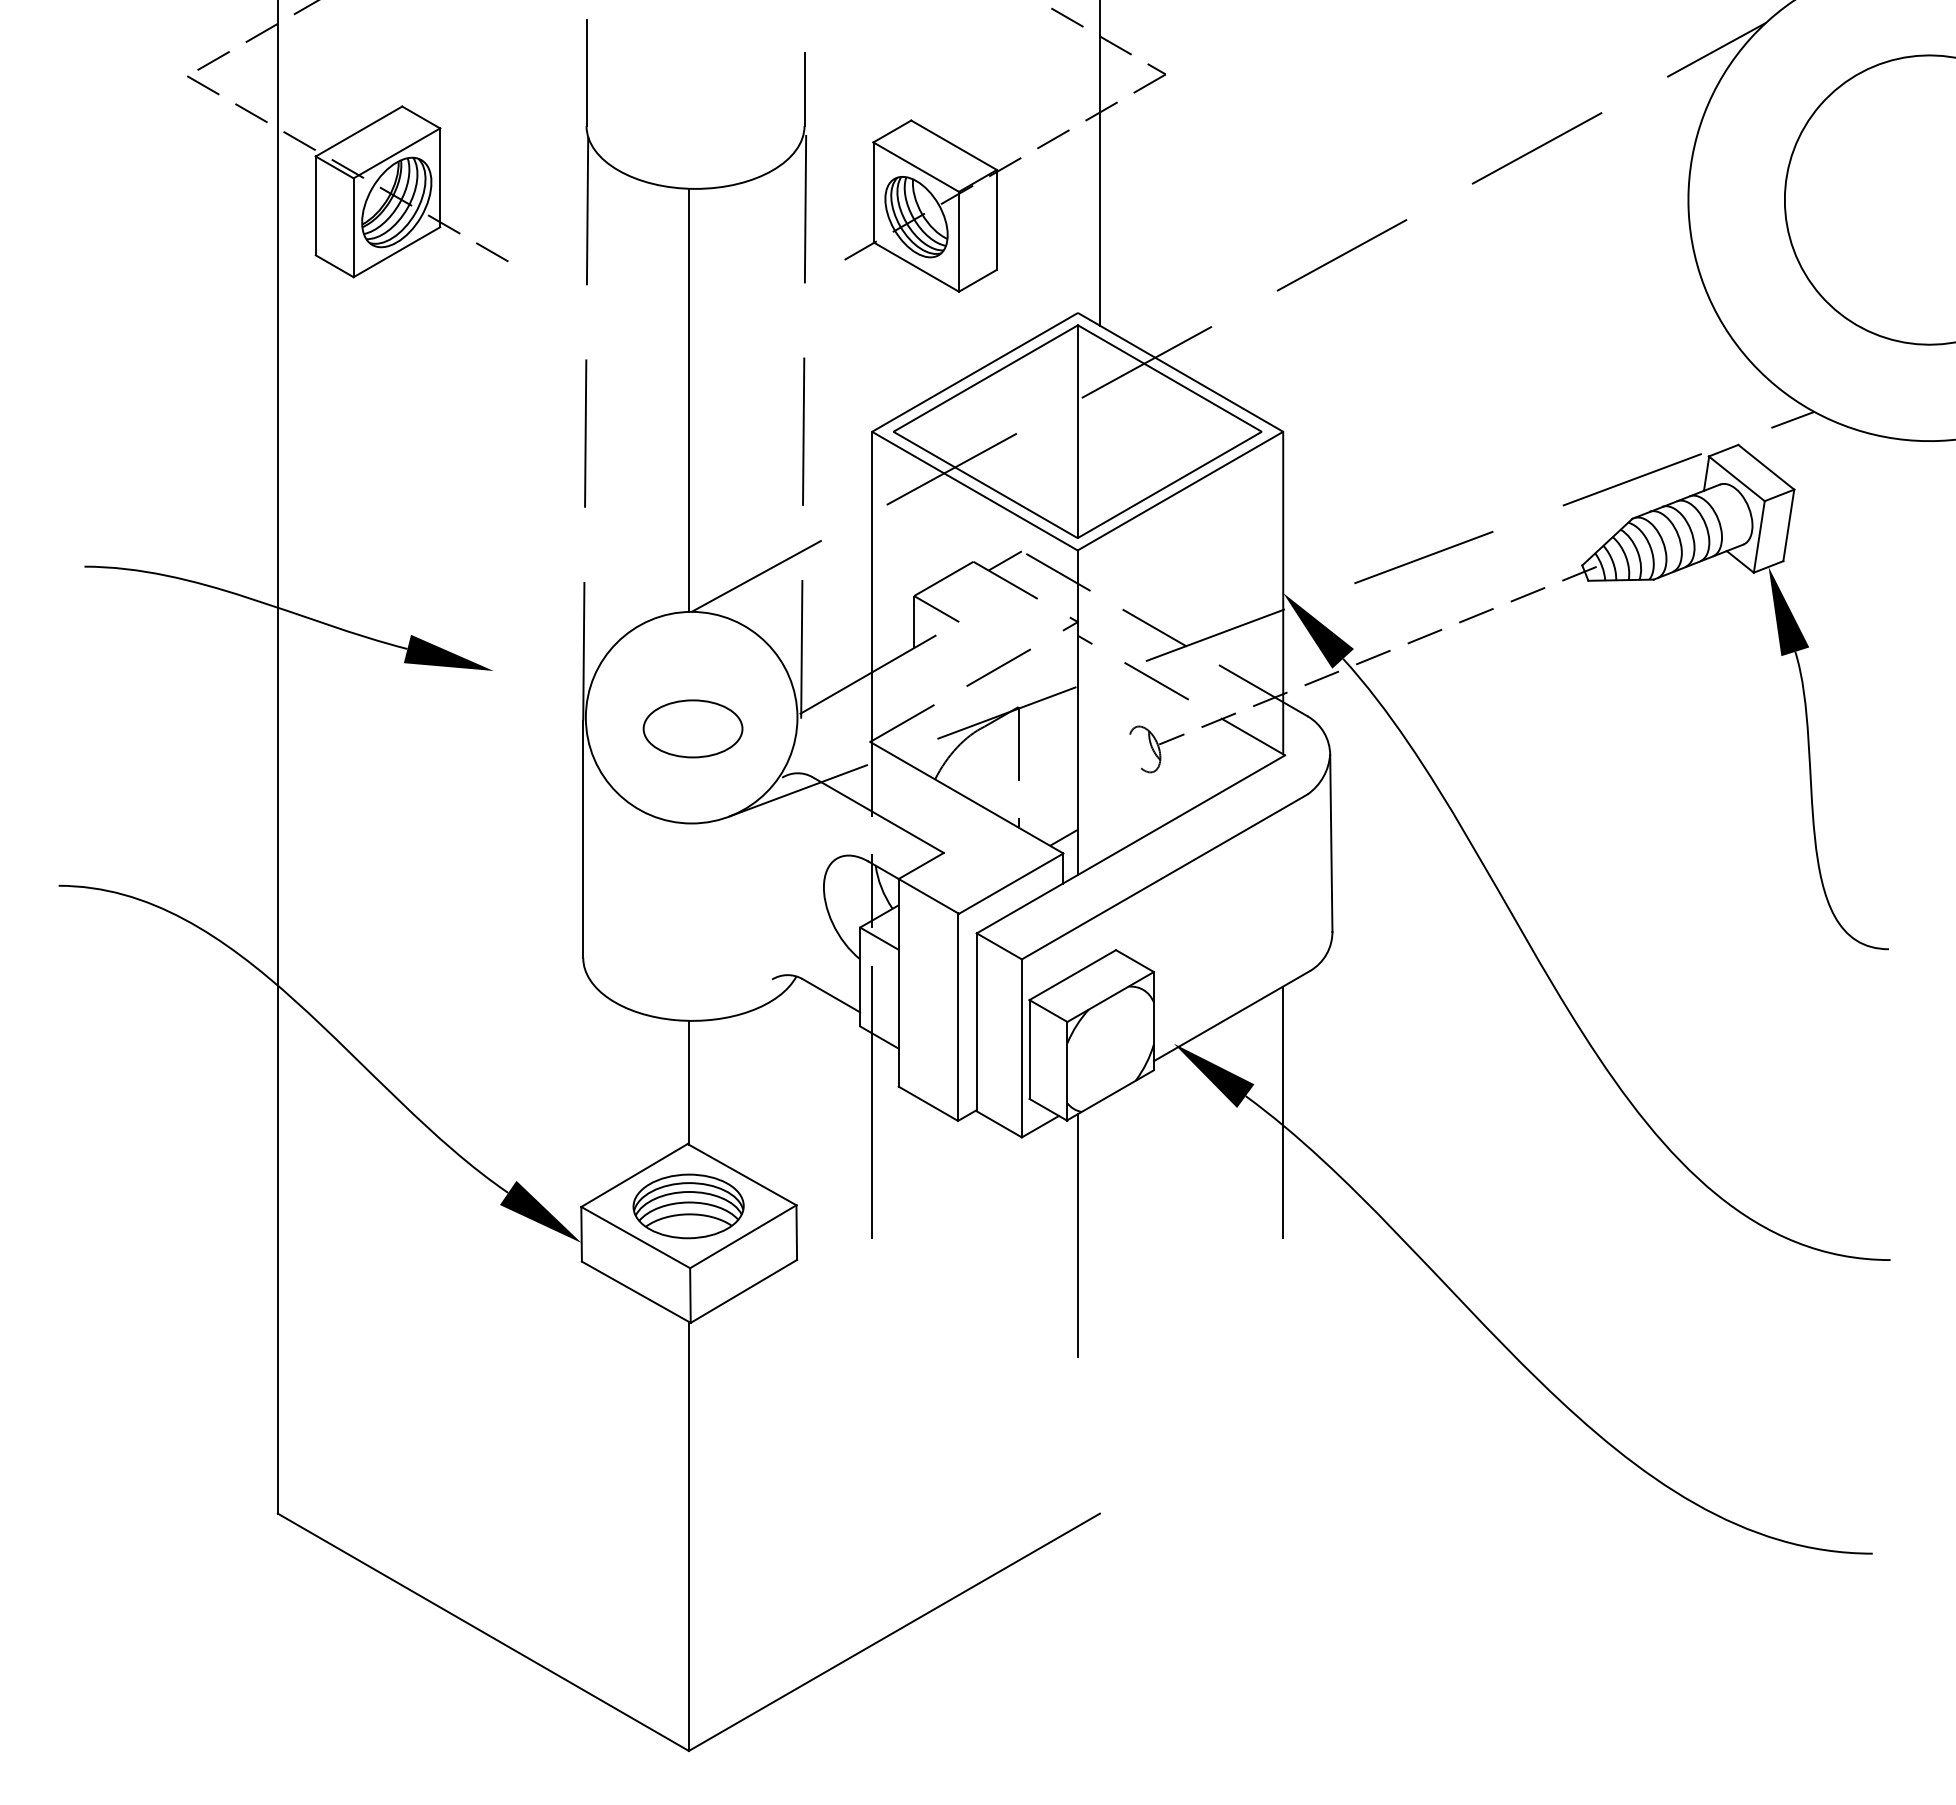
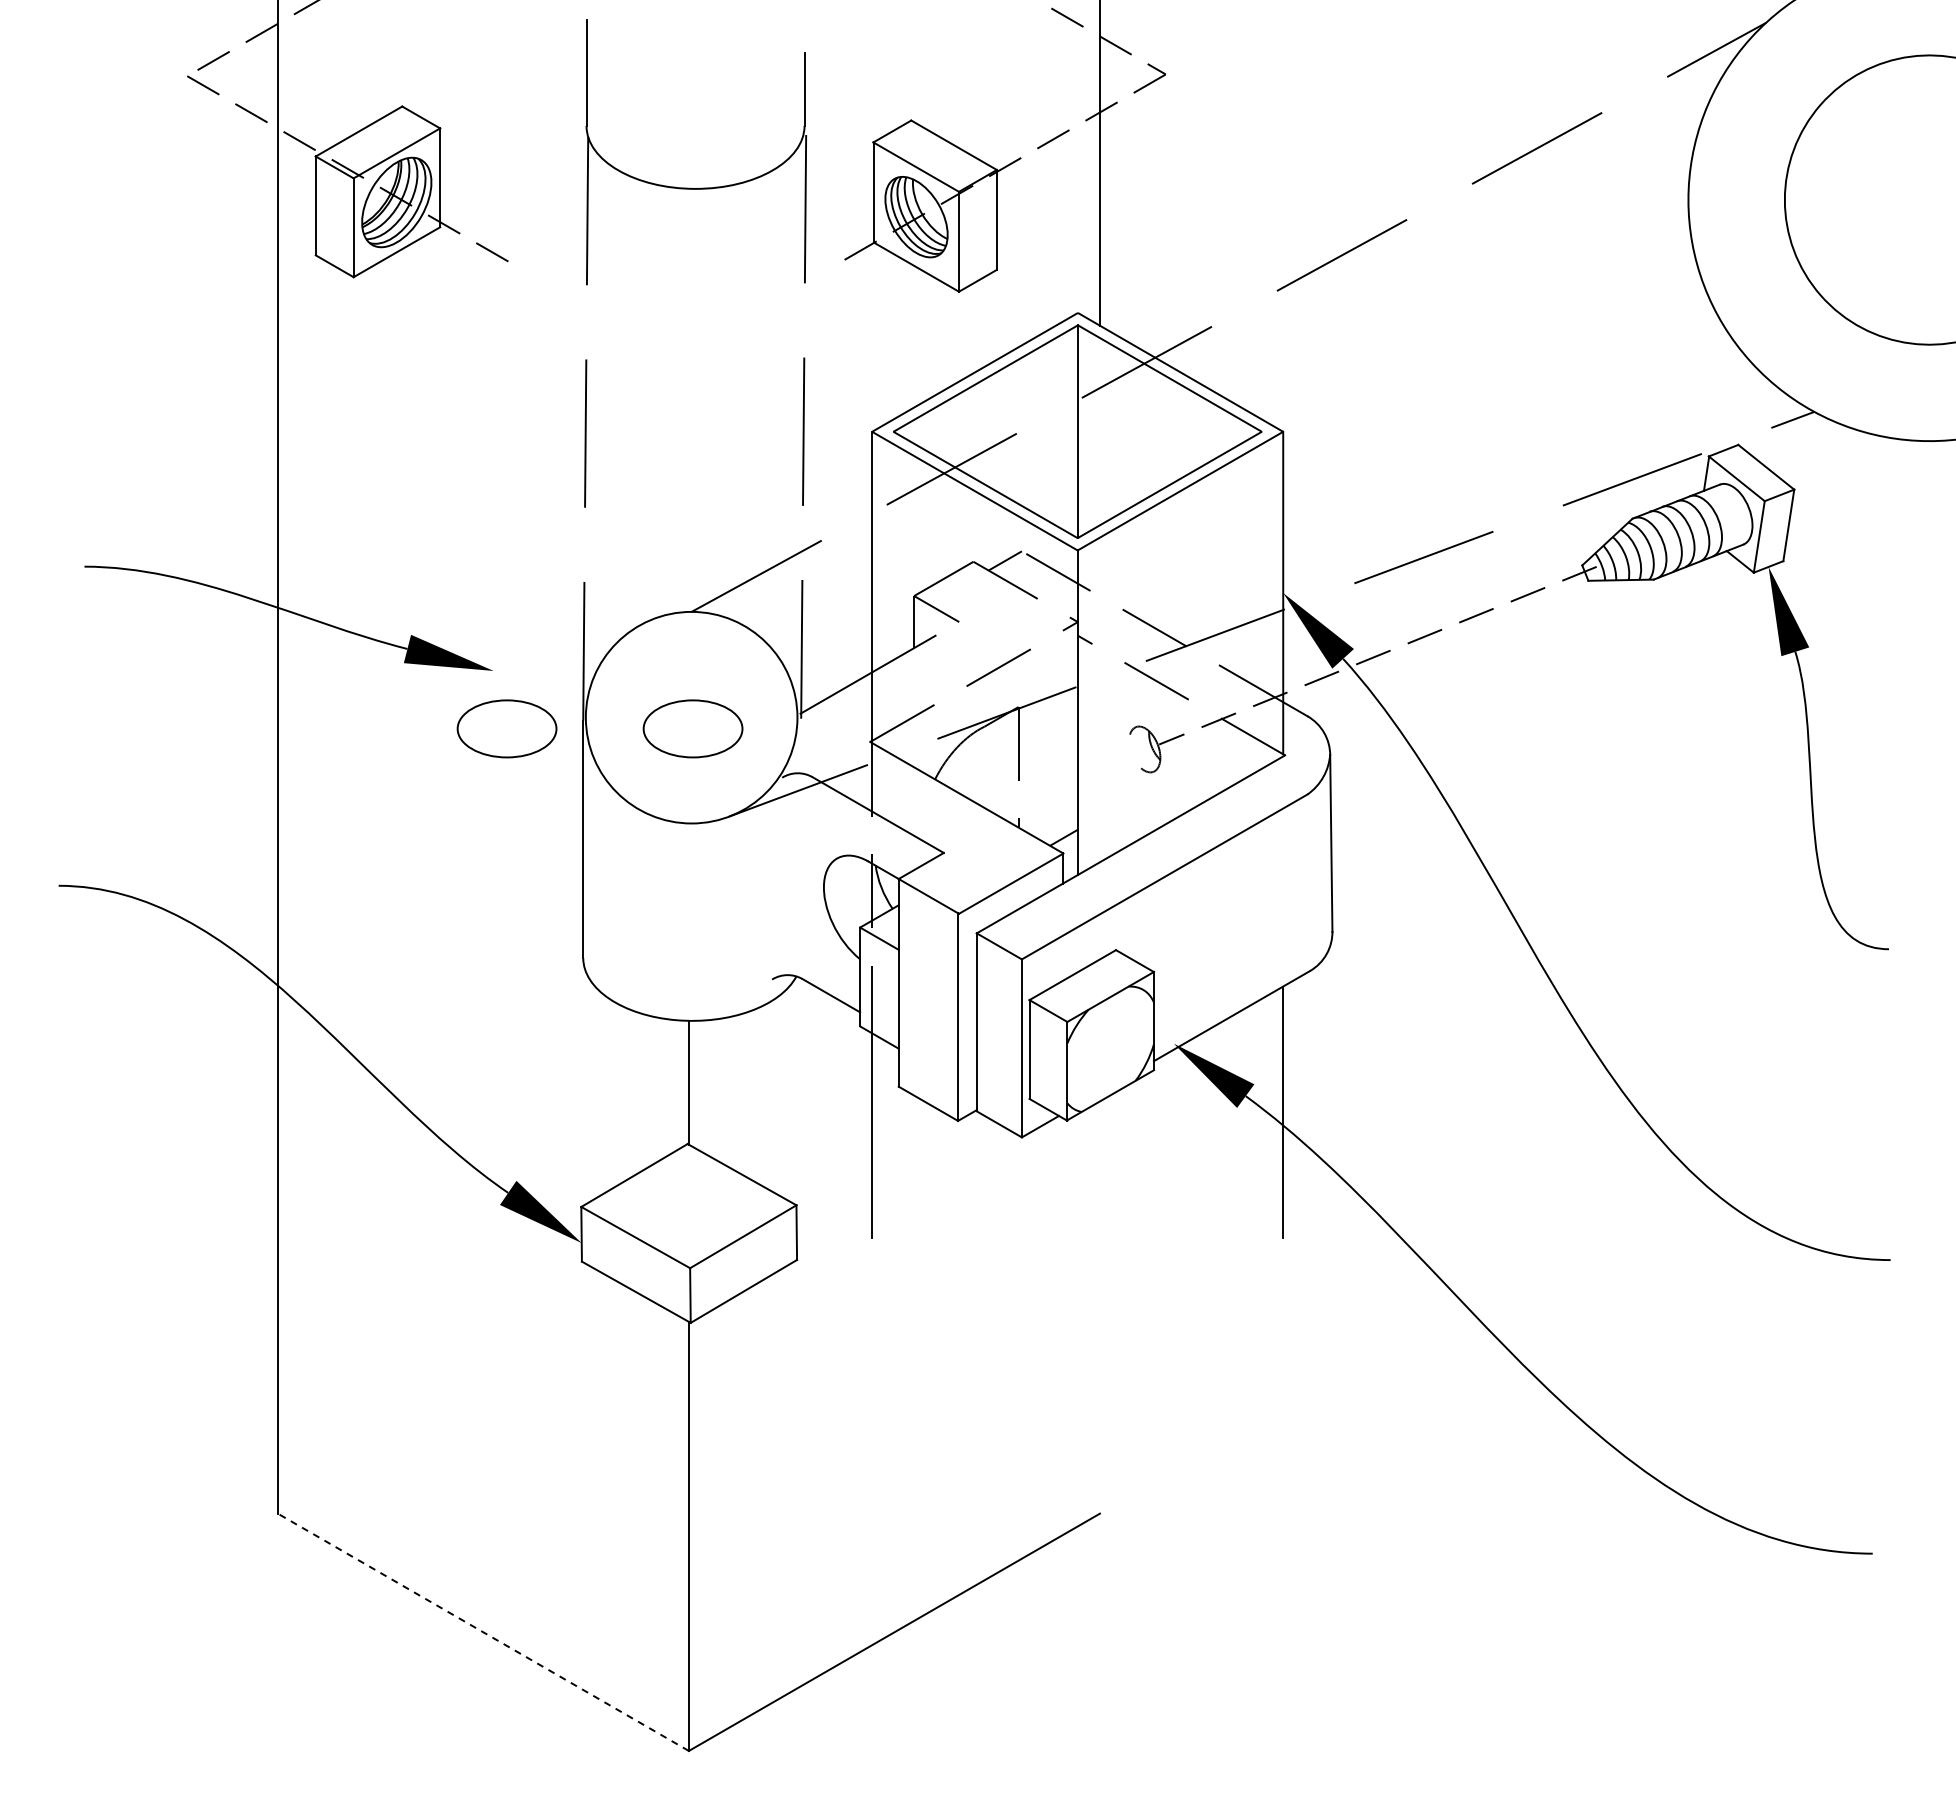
line at (688, 399): present -> none
part at (506, 728): none -> present
part at (688, 1206): present -> none
line at (1077, 1235): present -> none
line at (482, 1632): solid -> dashed
